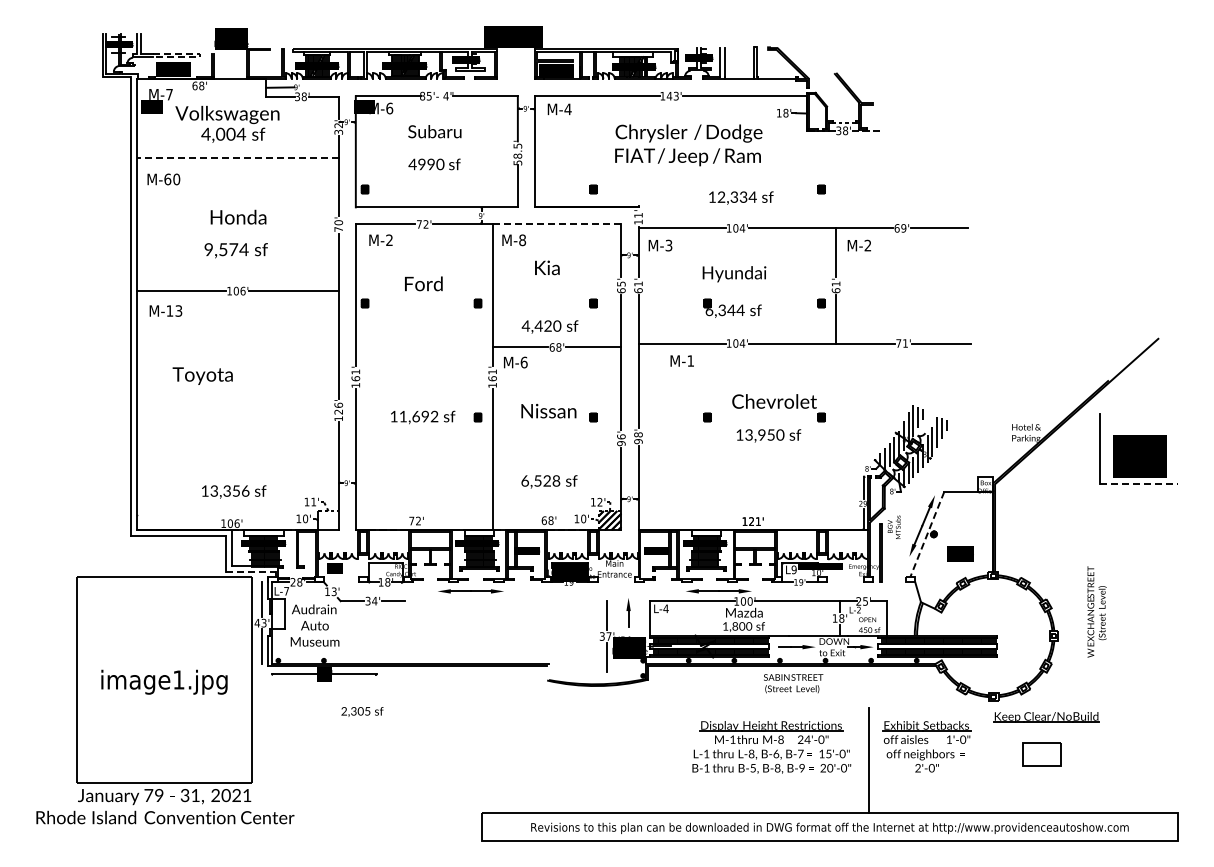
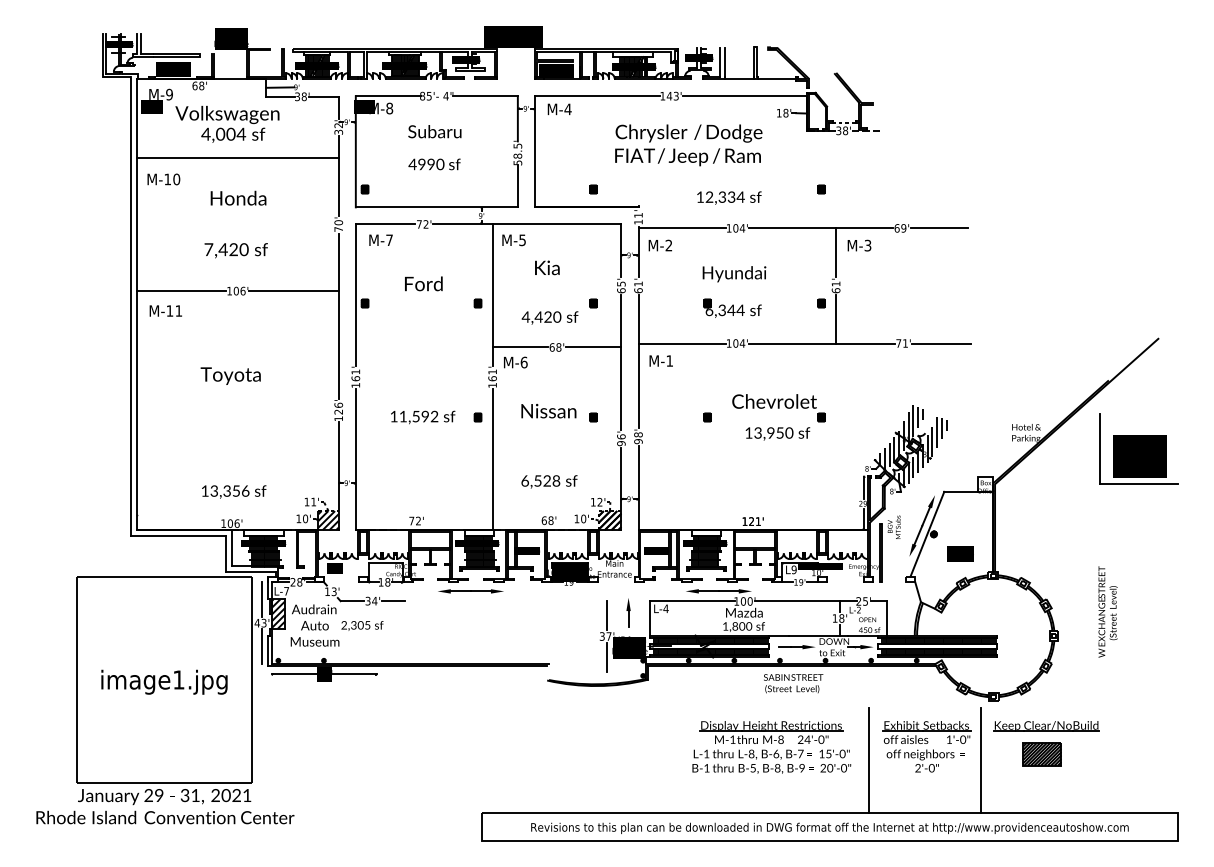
line at (200, 55): dashed -> solid
text at (169, 94): M-7 -> M-9
text at (389, 108): M-6 -> M-8
line at (237, 158): dashed -> solid
text at (167, 179): M-60 -> M-10
text at (741, 197) position: (741, 197) -> (729, 197)
text at (238, 216) position: (238, 216) -> (238, 197)
line at (557, 224): dashed -> solid
text at (389, 239): M-2 -> M-7
text at (522, 240): M-8 -> M-5
text at (668, 245): M-3 -> M-2
text at (867, 245): M-2 -> M-3
text at (226, 249): 9,574 -> 7,420
text at (178, 310): M-13 -> M-11
text at (549, 326) position: (549, 326) -> (549, 317)
text at (681, 360) position: (681, 360) -> (660, 360)
text at (202, 375) position: (202, 375) -> (230, 375)
text at (415, 416): 11,692 -> 11,592
text at (768, 435) position: (768, 435) -> (777, 433)
line at (1138, 484): dashed -> solid
hatch at (328, 520): none -> present
line at (927, 534): dashed -> solid
line at (250, 571): dashed -> solid
text at (1096, 611) position: (1096, 611) -> (1107, 611)
hatch at (278, 613): none -> present
text at (362, 711) position: (362, 711) -> (362, 625)
part at (1046, 717) position: (1046, 717) -> (1046, 726)
hatch at (1041, 754): none -> present
line at (981, 760): none -> present
text at (148, 795): 79 -> 29
